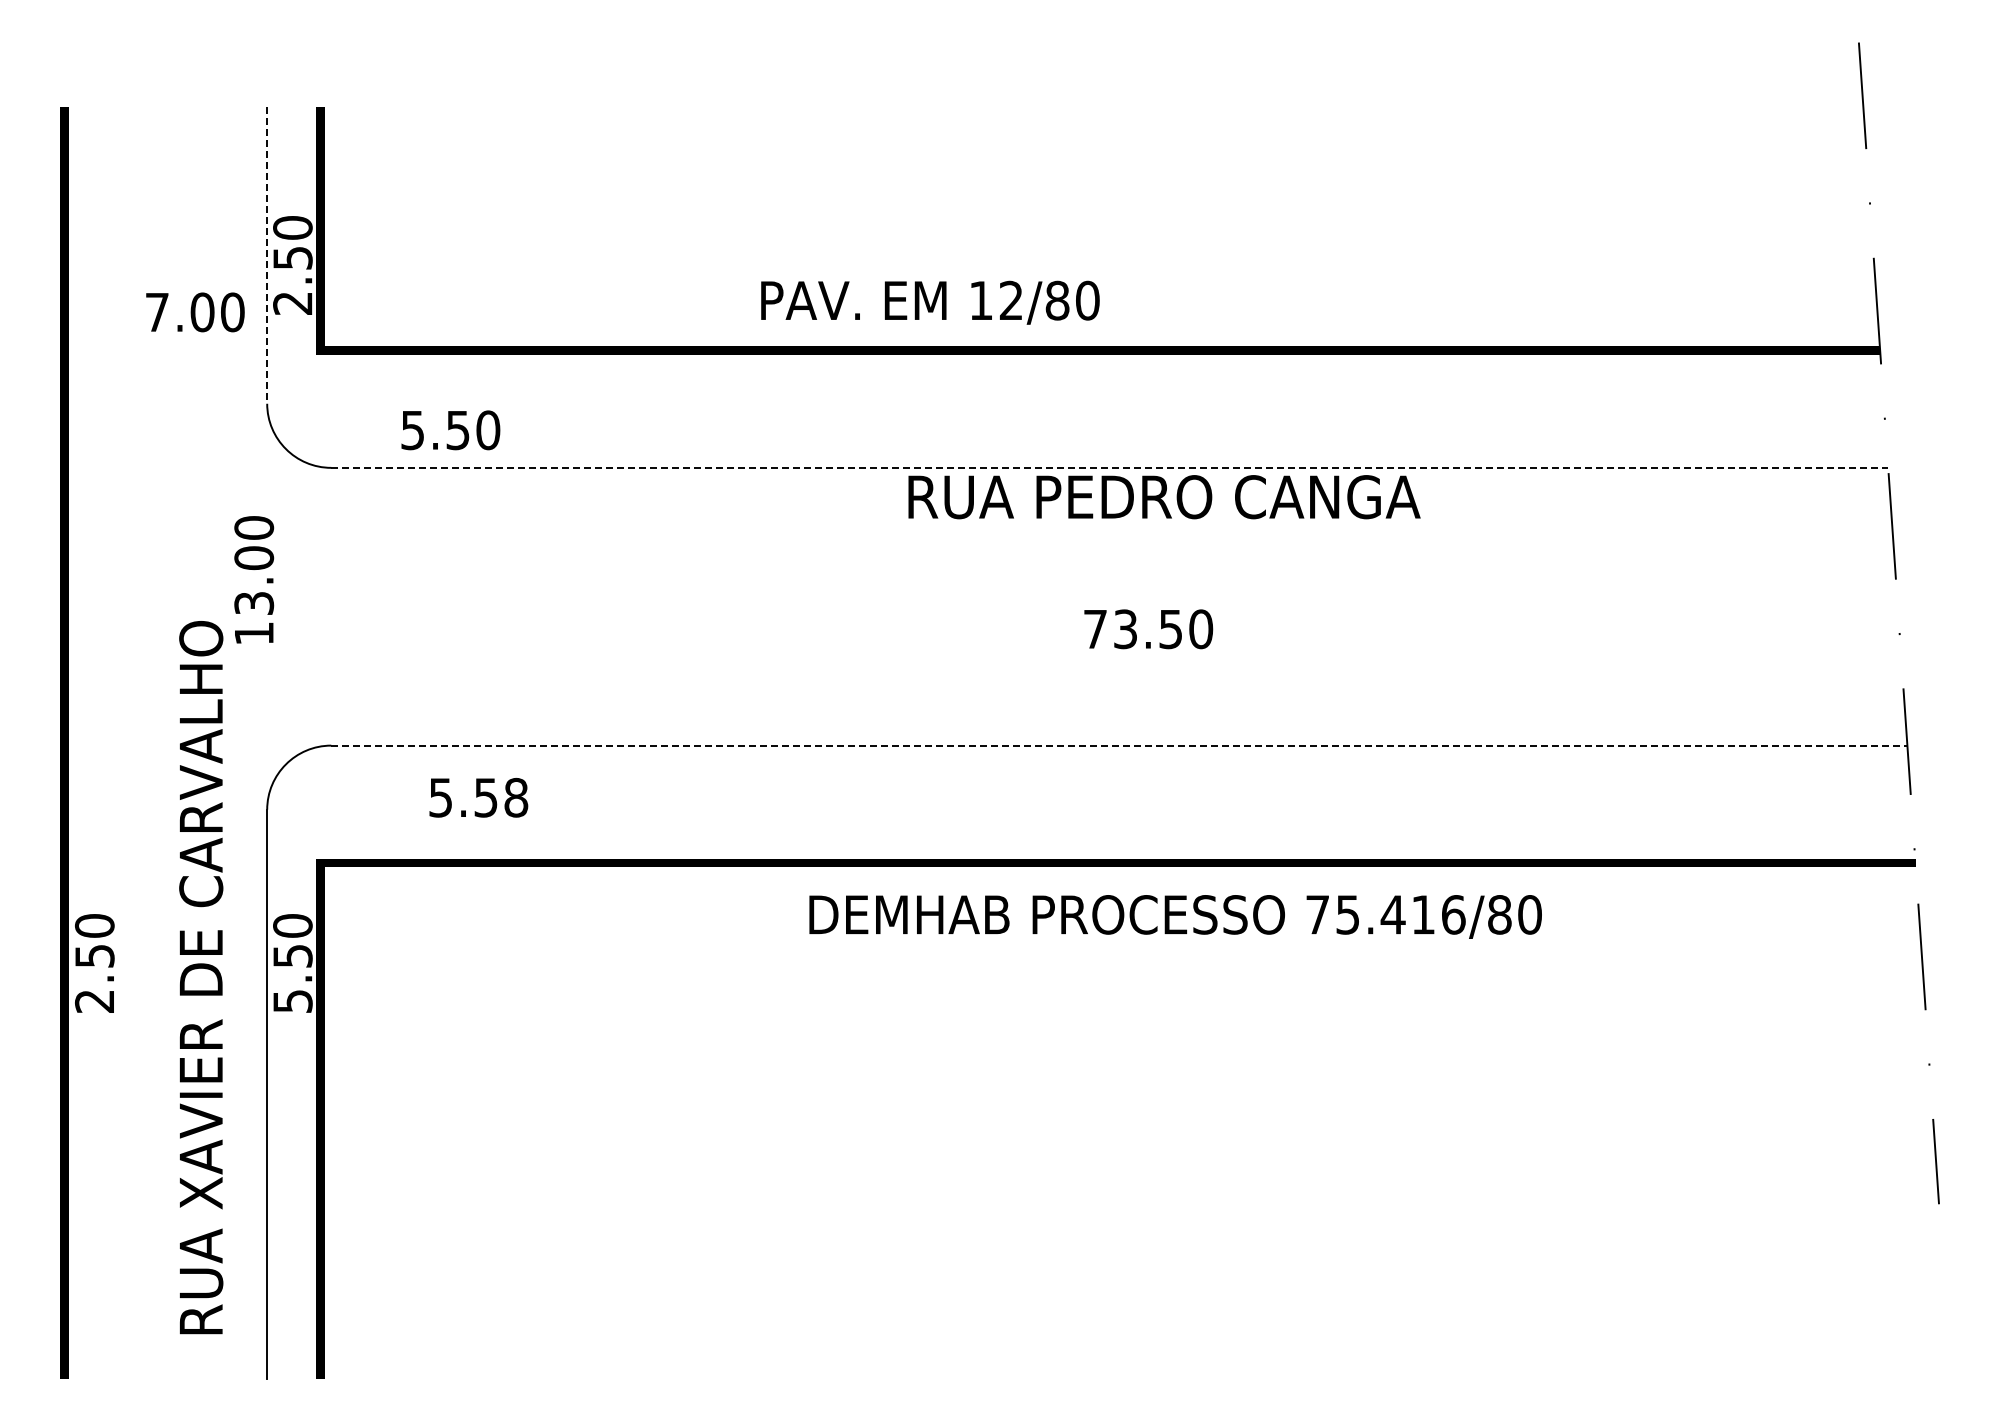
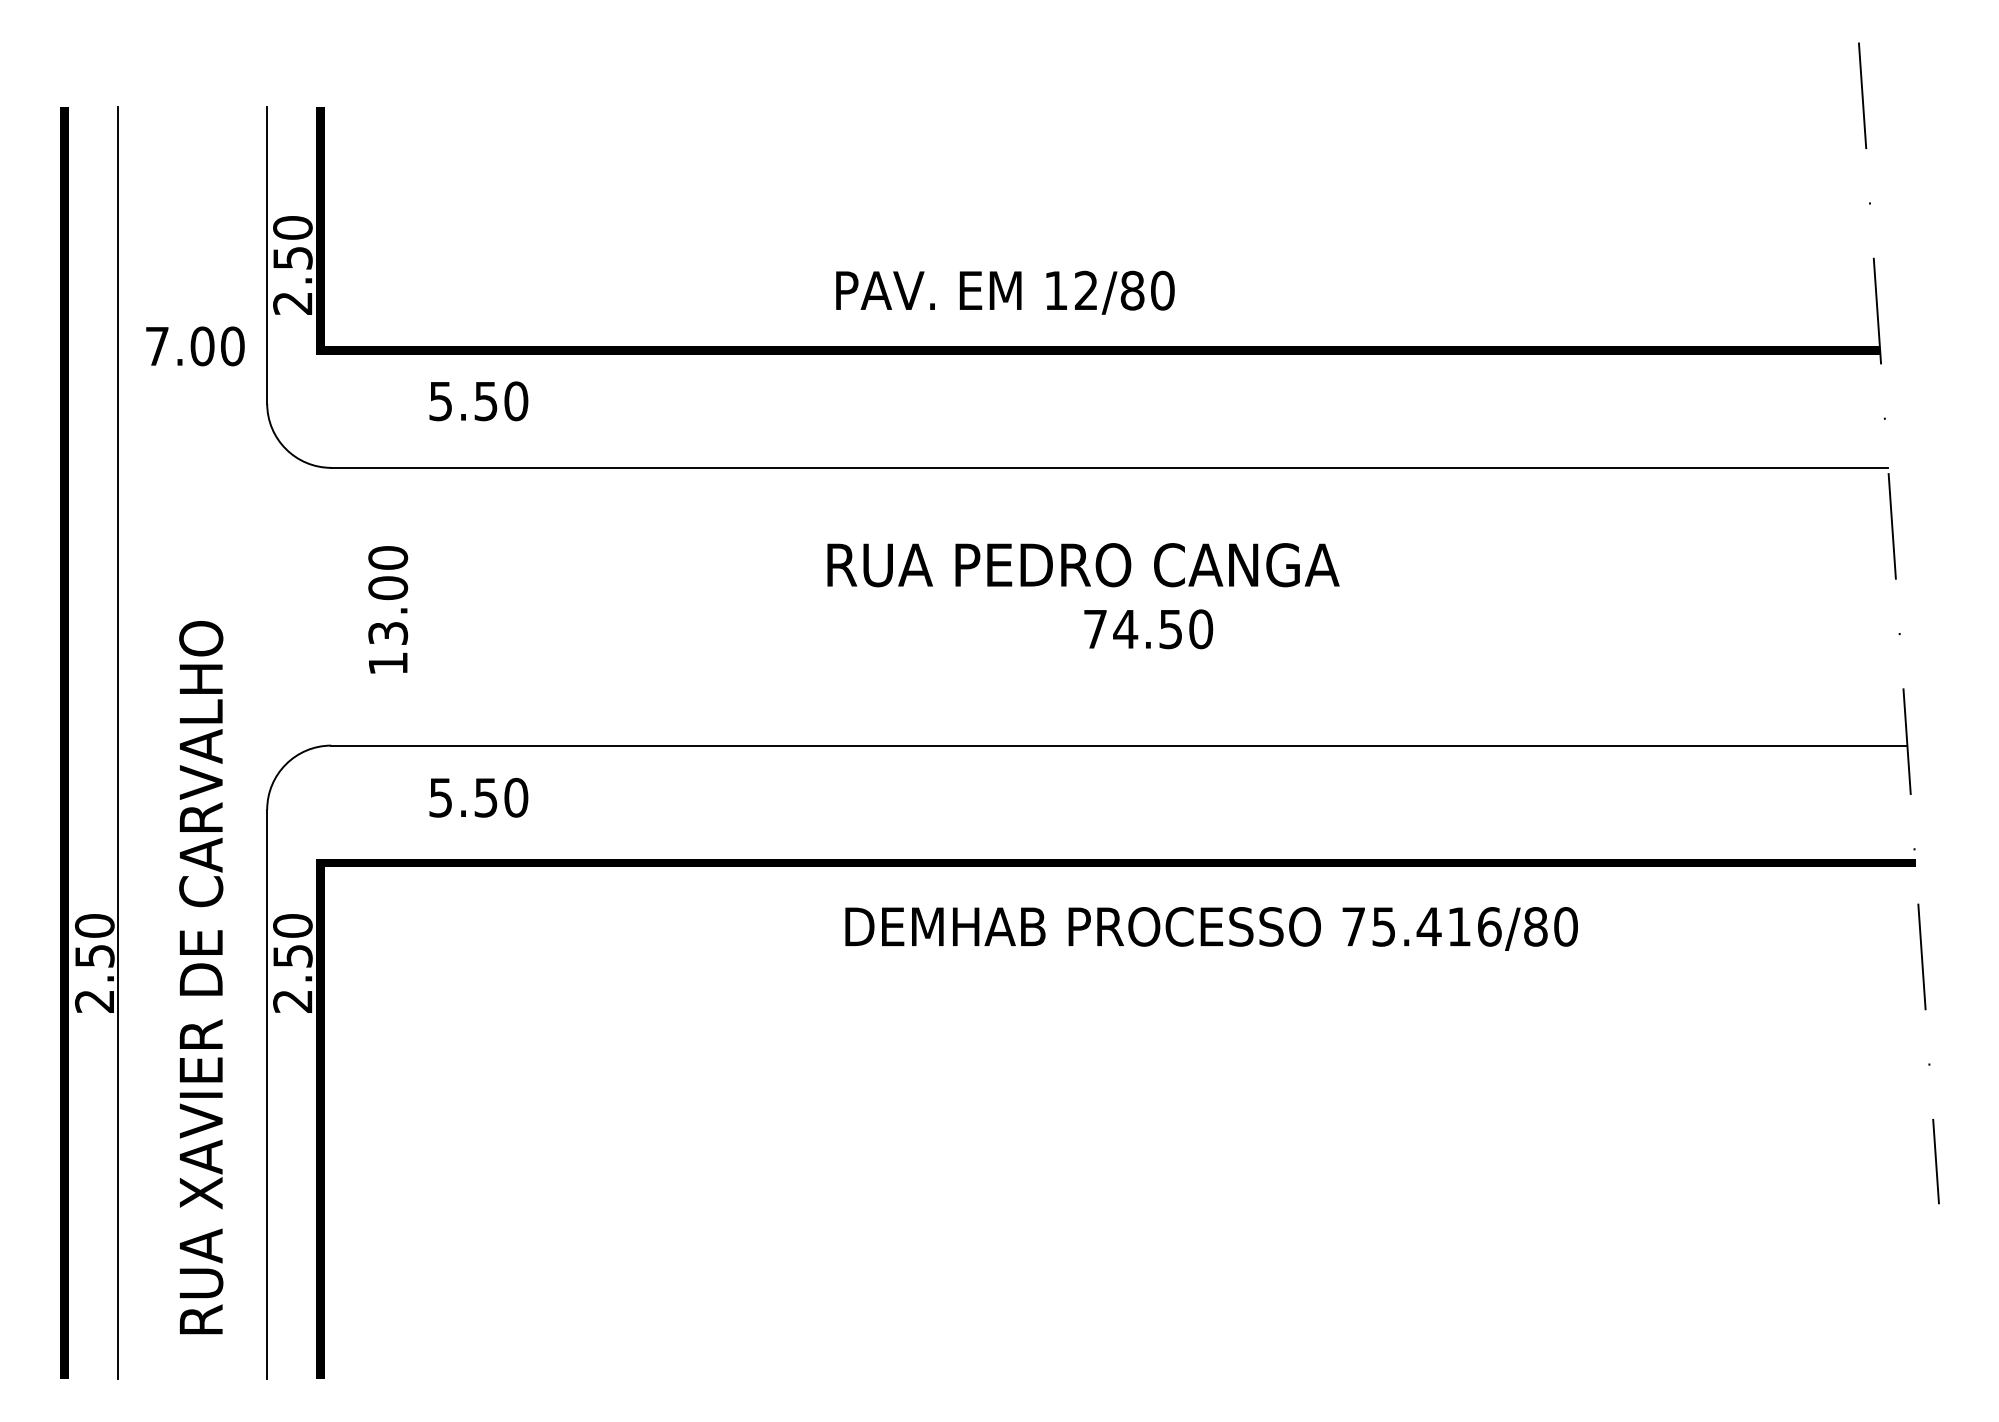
line at (267, 255): dashed -> solid
text at (930, 302) position: (930, 302) -> (1005, 292)
text at (195, 312) position: (195, 312) -> (195, 346)
text at (450, 430) position: (450, 430) -> (478, 401)
line at (1110, 467): dashed -> solid
text at (1164, 497) position: (1164, 497) -> (1083, 565)
text at (254, 579) position: (254, 579) -> (388, 609)
text at (1125, 629): 73.50 -> 74.50
line at (117, 743): none -> present
line at (1119, 745): dashed -> solid
text at (516, 797): 5.58 -> 5.50
text at (1175, 916) position: (1175, 916) -> (1211, 928)
text at (292, 1001): 5.50 -> 2.50
